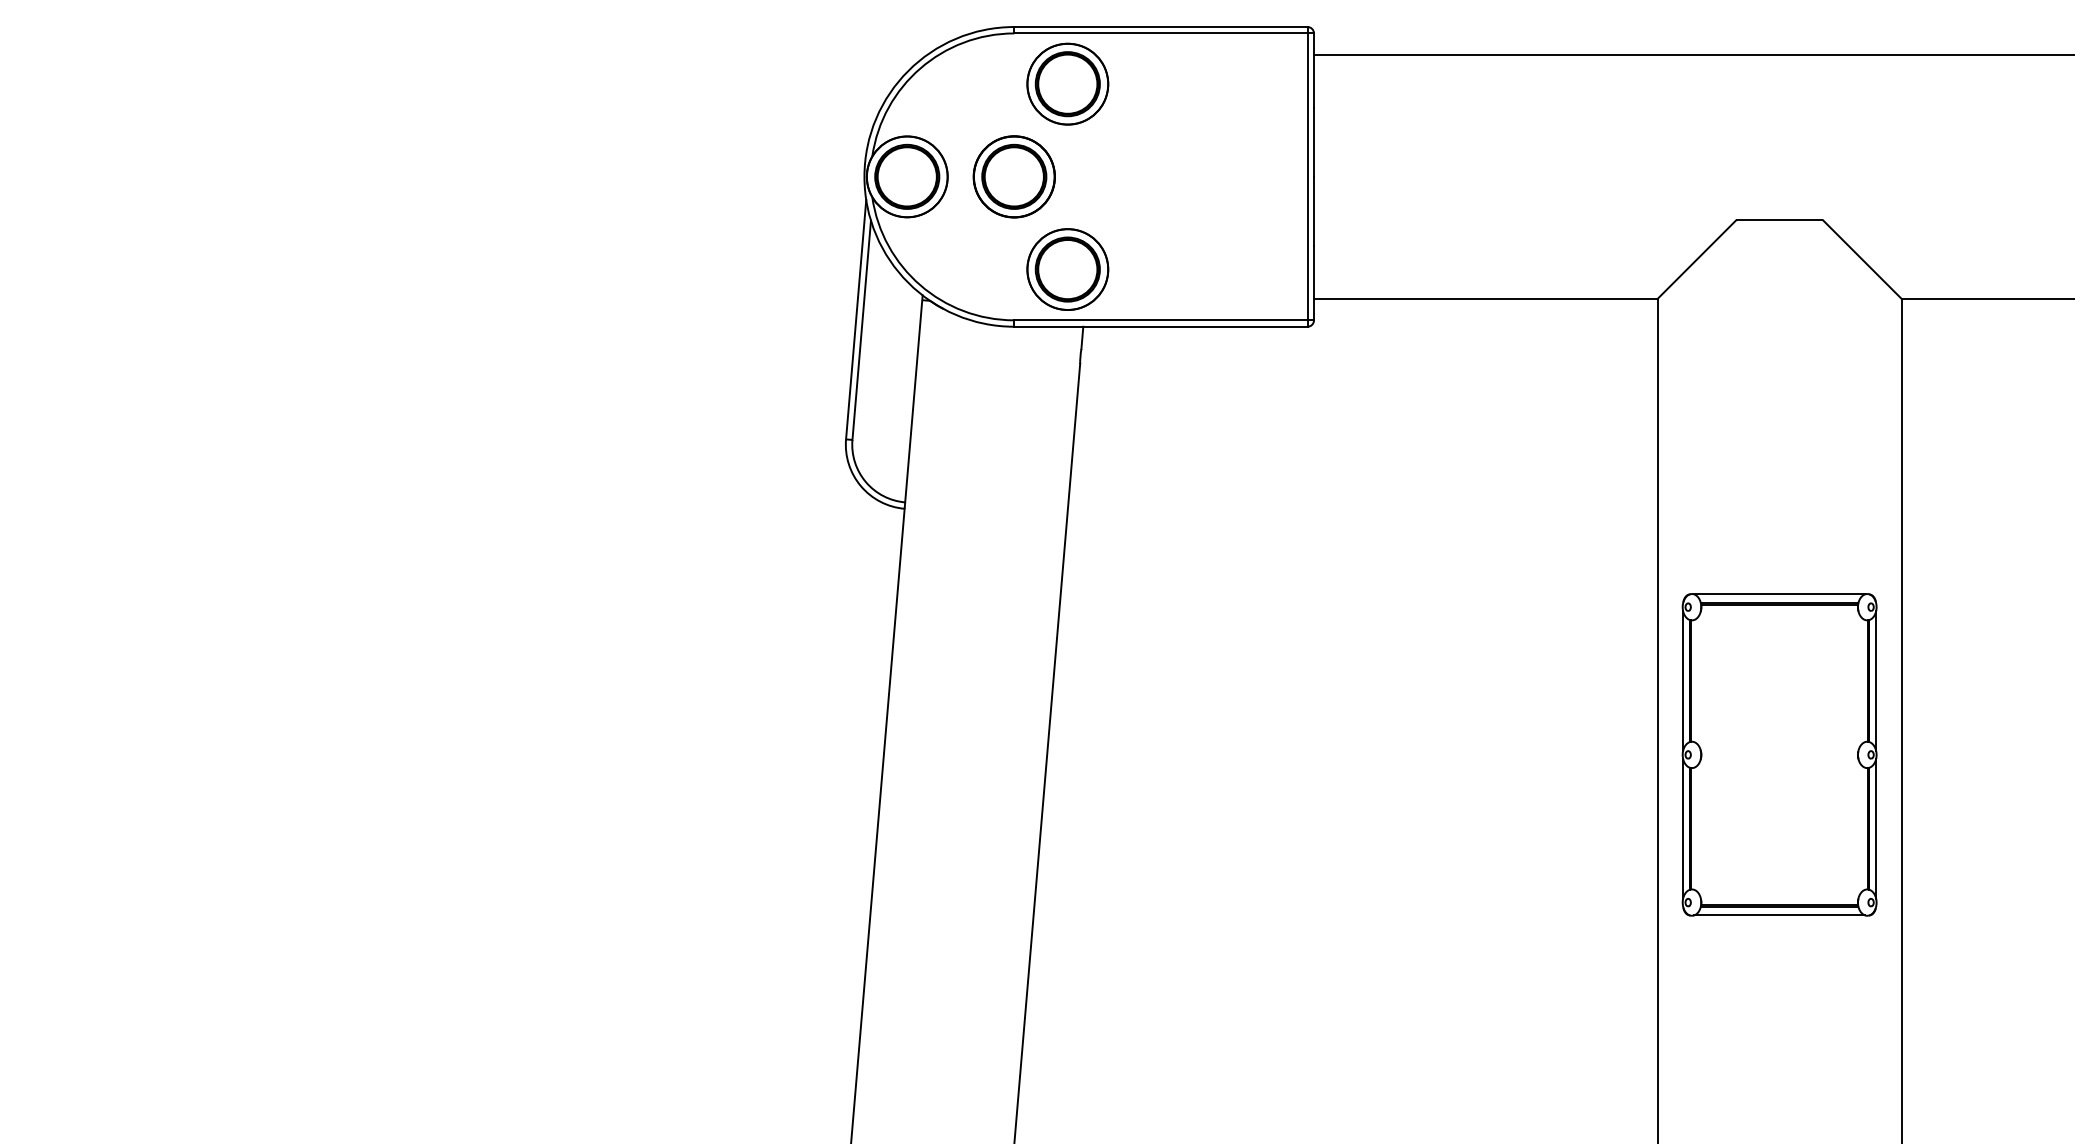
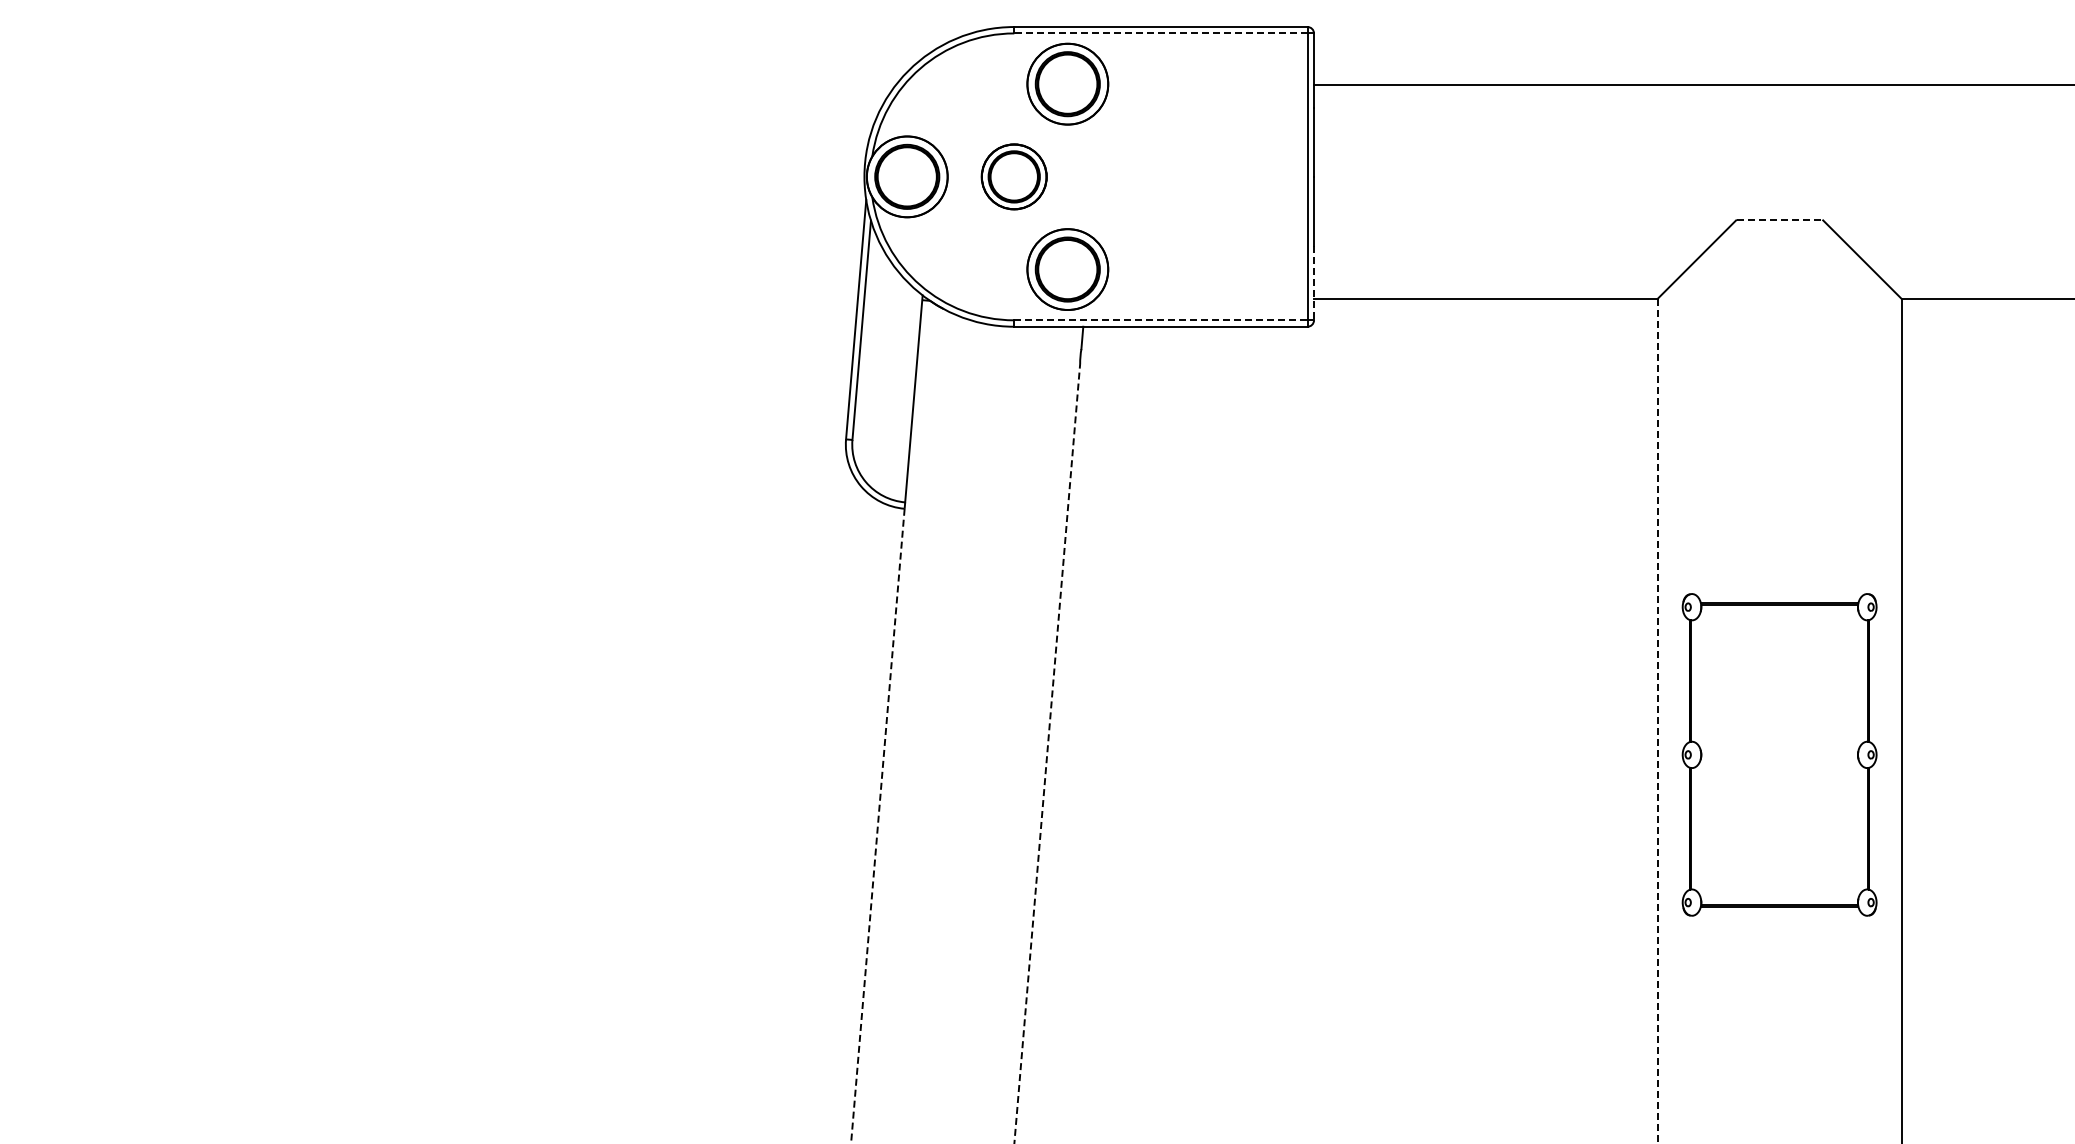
line at (1160, 33): solid -> dashed
line at (1692, 54) position: (1692, 54) -> (1692, 84)
part at (1013, 176) size: 84x84 px -> 68x68 px
line at (1779, 219): solid -> dashed
line at (1314, 283): solid -> dashed
line at (1160, 320): solid -> dashed
line at (1779, 594): present -> none
line at (1683, 680): present -> none
line at (1876, 680): present -> none
line at (1657, 721): solid -> dashed
line at (1047, 753): solid -> dashed
line at (877, 826): solid -> dashed
line at (1683, 828): present -> none
line at (1876, 828): present -> none
line at (1779, 915): present -> none
